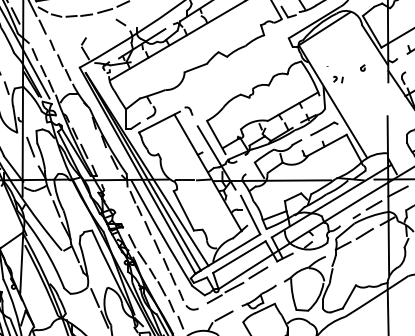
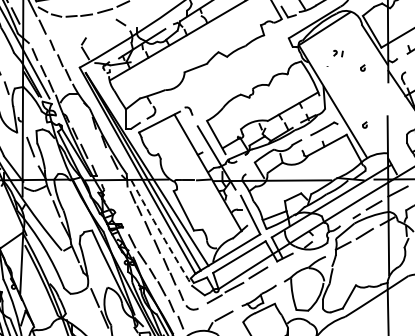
part at (338, 79) position: (338, 79) -> (338, 53)
part at (364, 124): none -> present
arc at (161, 233): solid -> dashed
